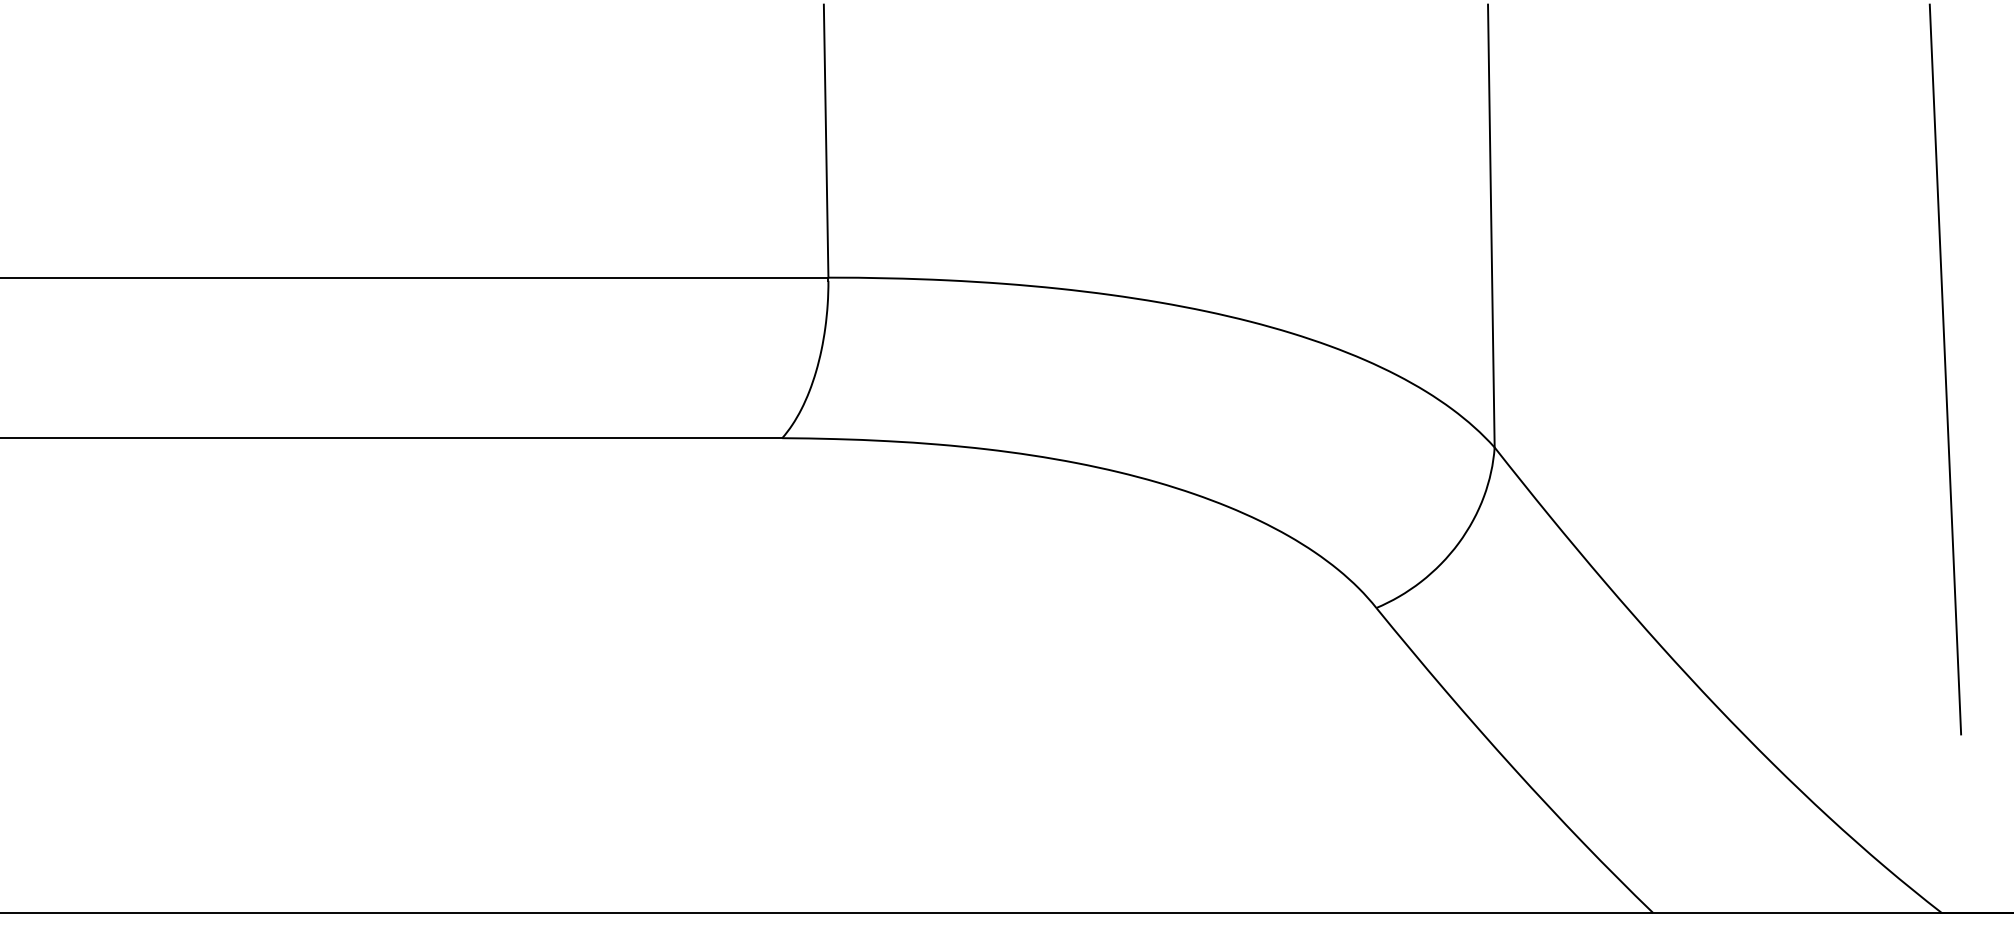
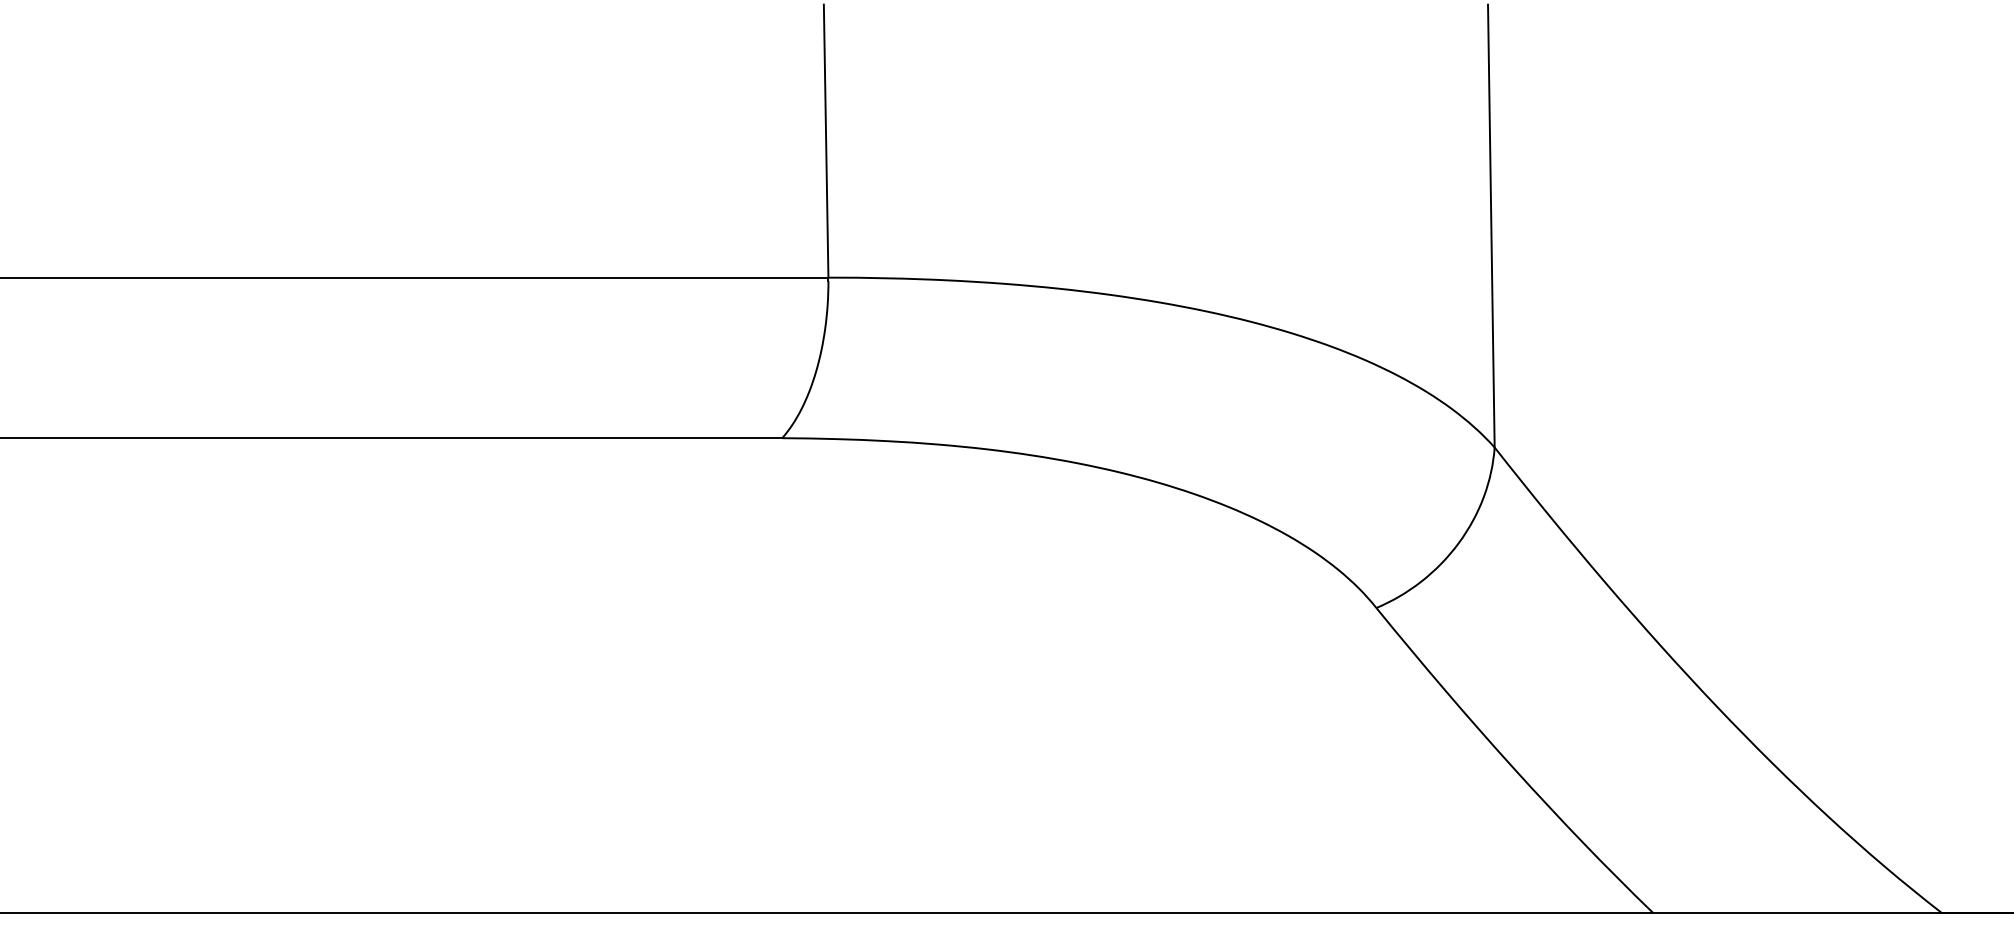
line at (1945, 369): present -> none
